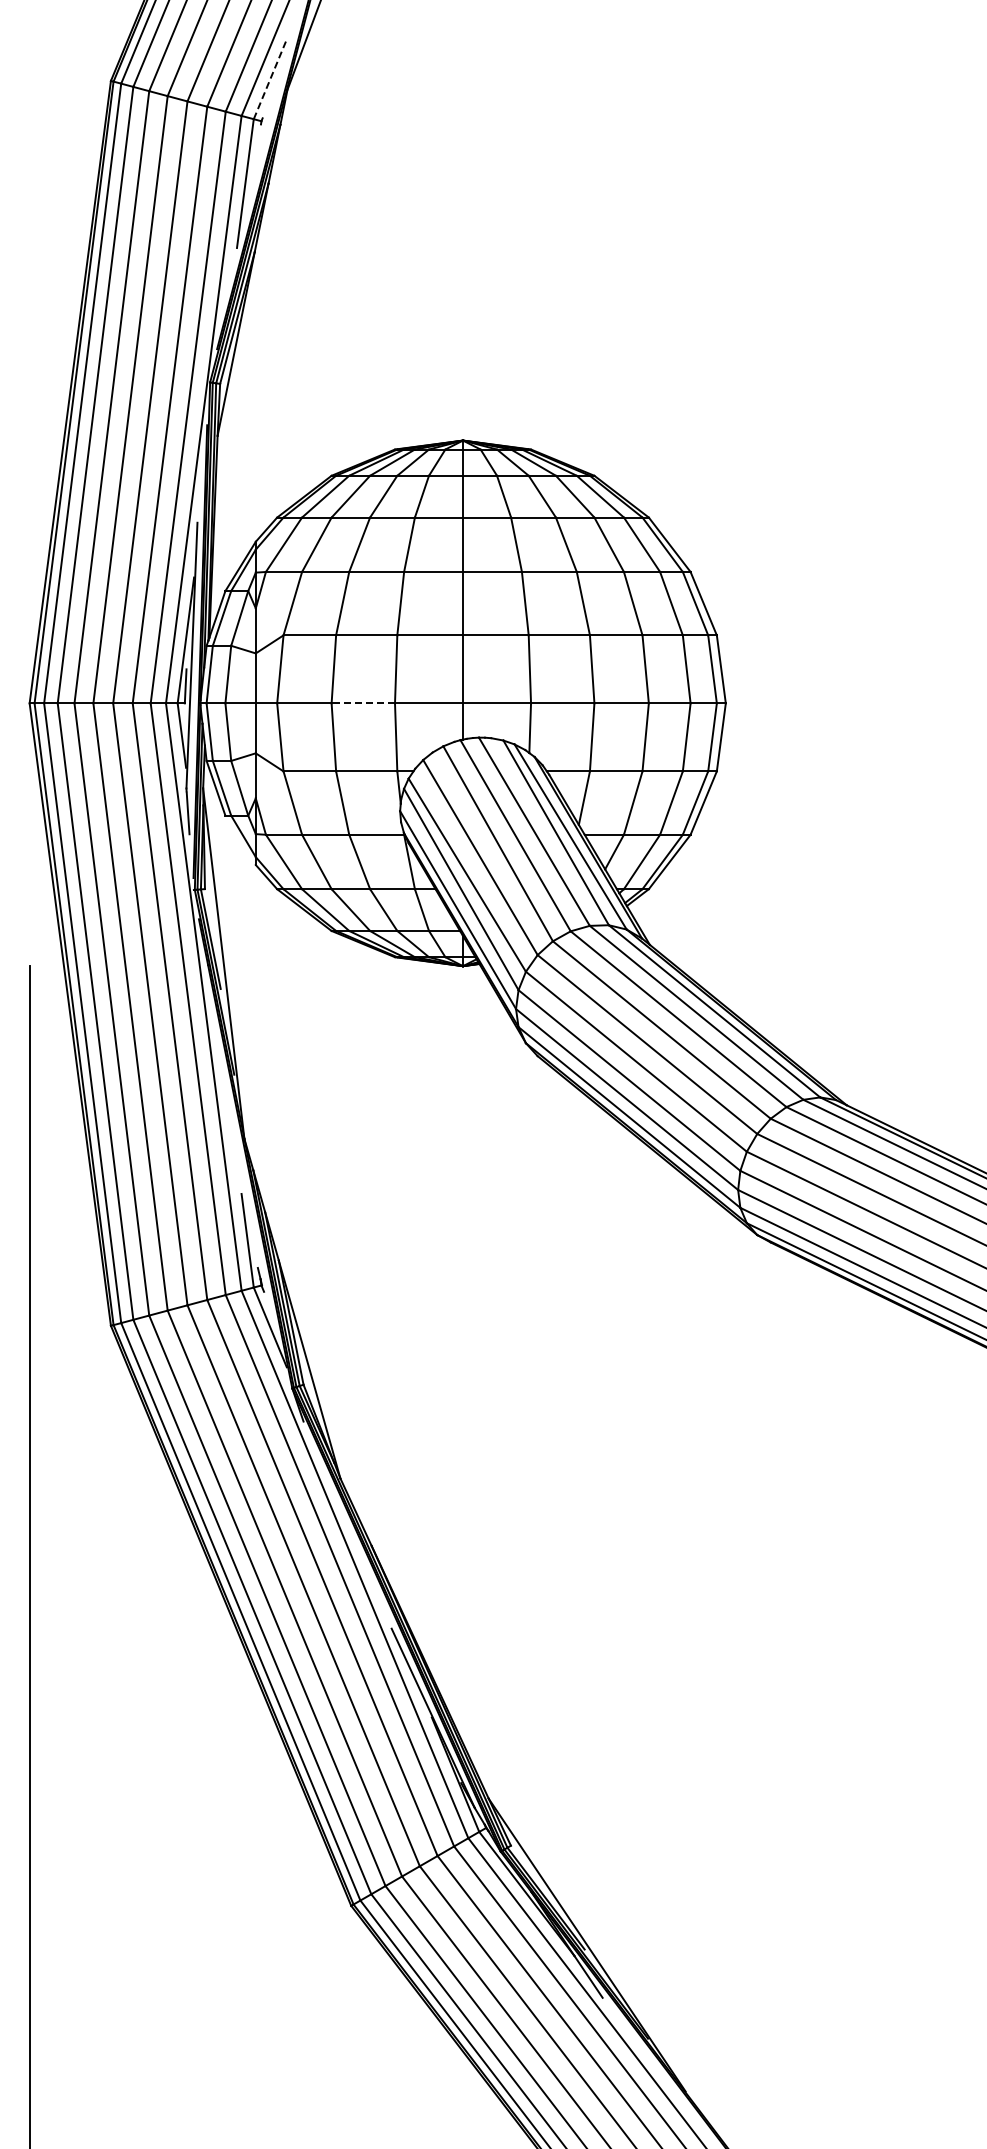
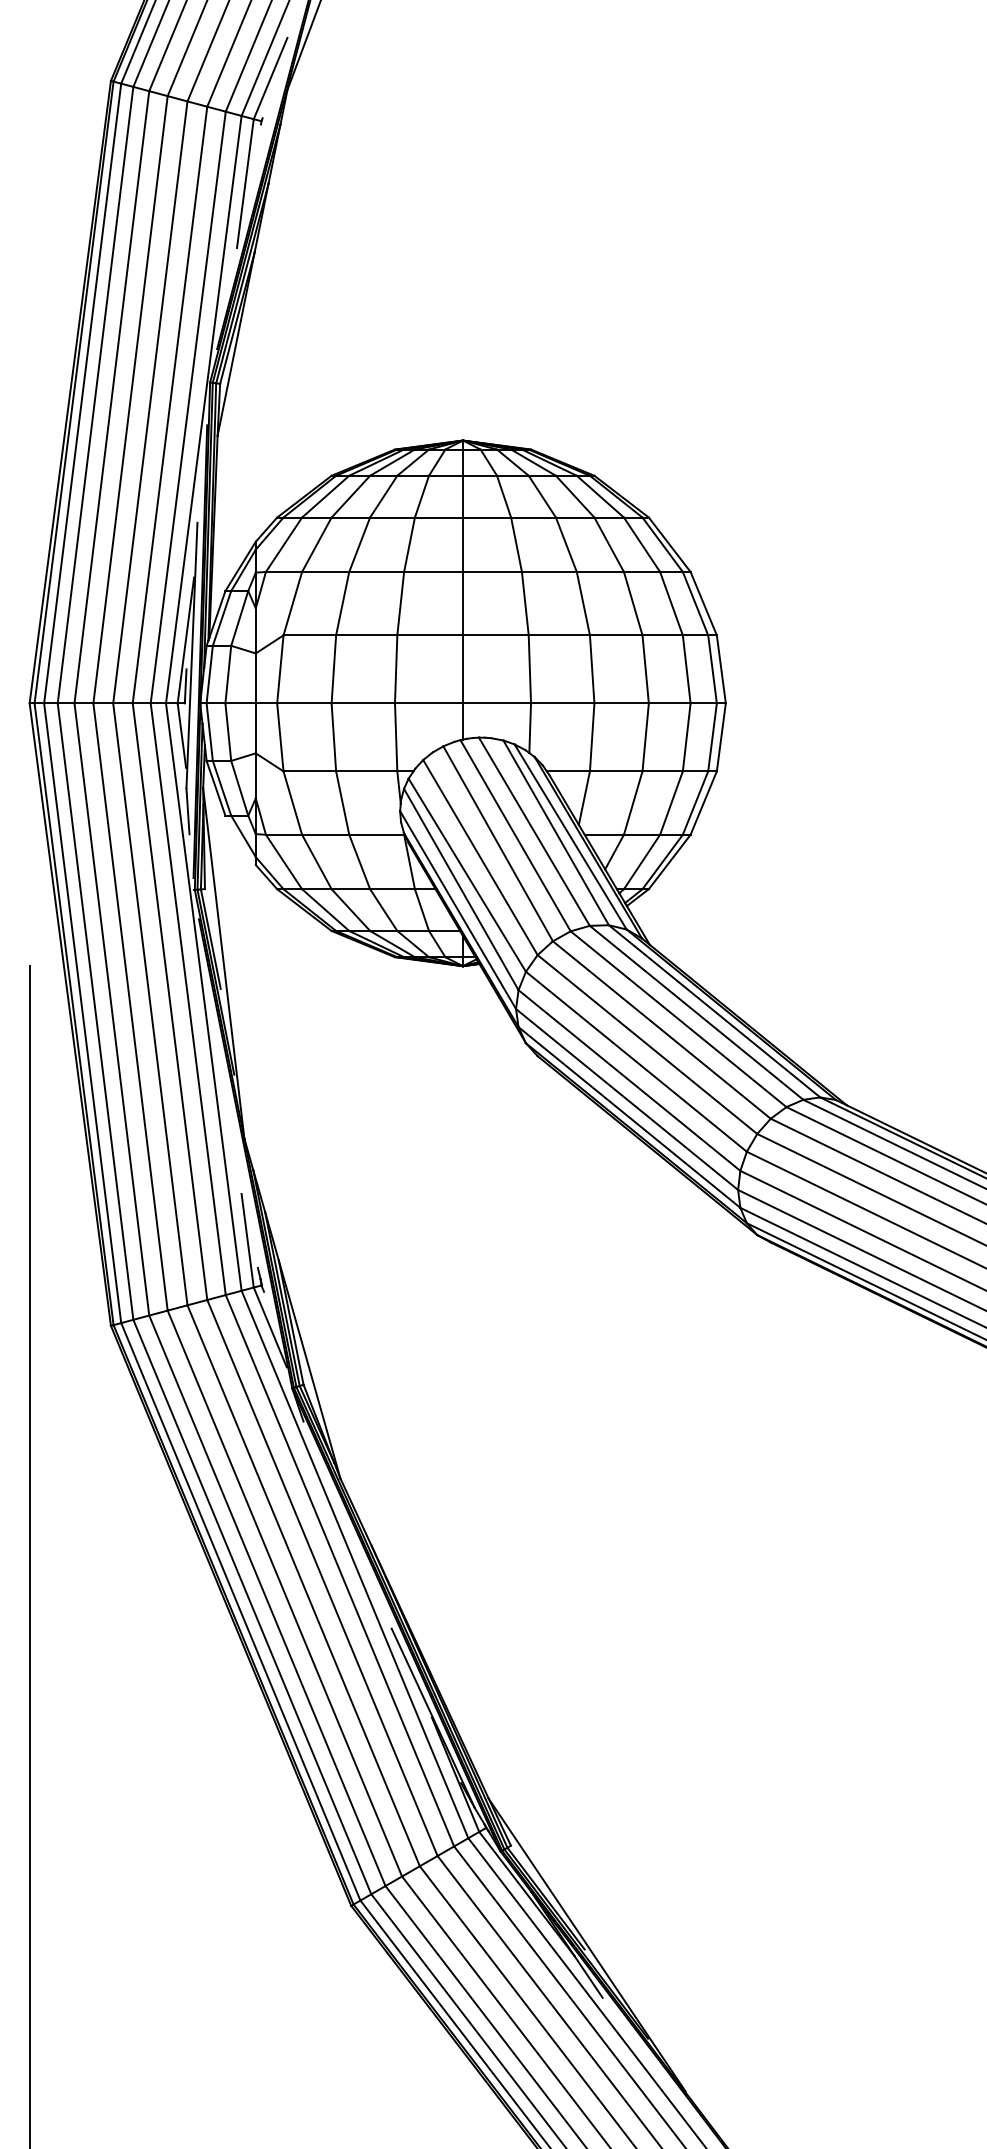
line at (270, 78): dashed -> solid
line at (363, 703): dashed -> solid
